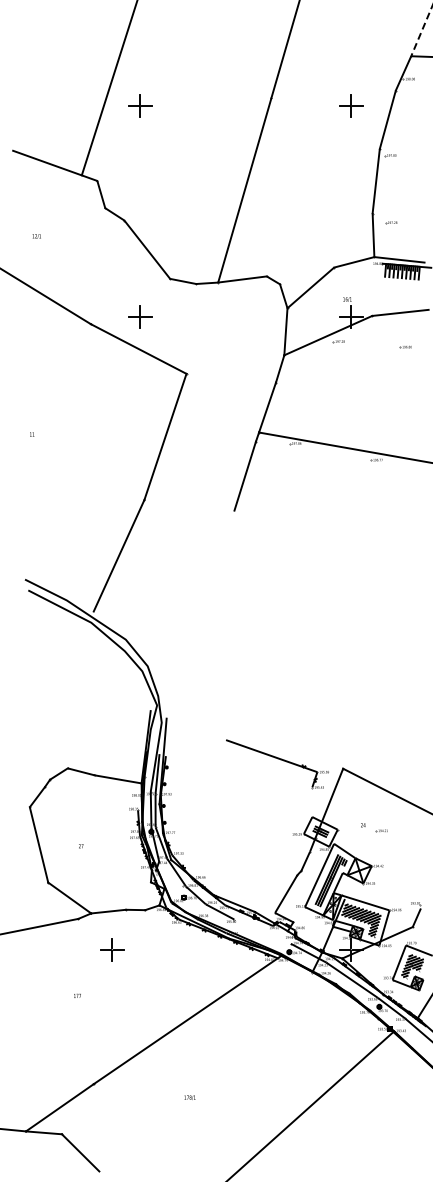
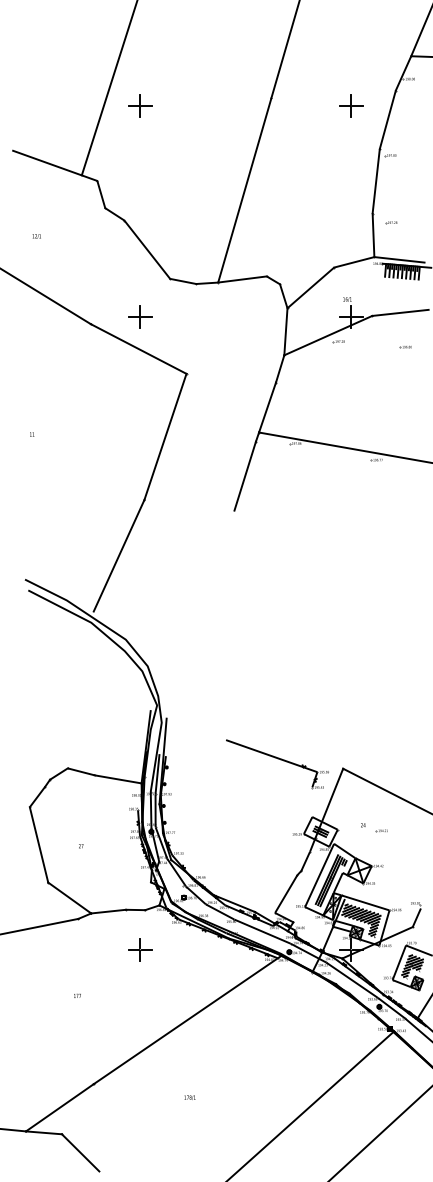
line at (421, 30): dashed -> solid
line at (262, 931): none -> present
part at (112, 949) position: (112, 949) -> (140, 949)
line at (380, 1133): none -> present
